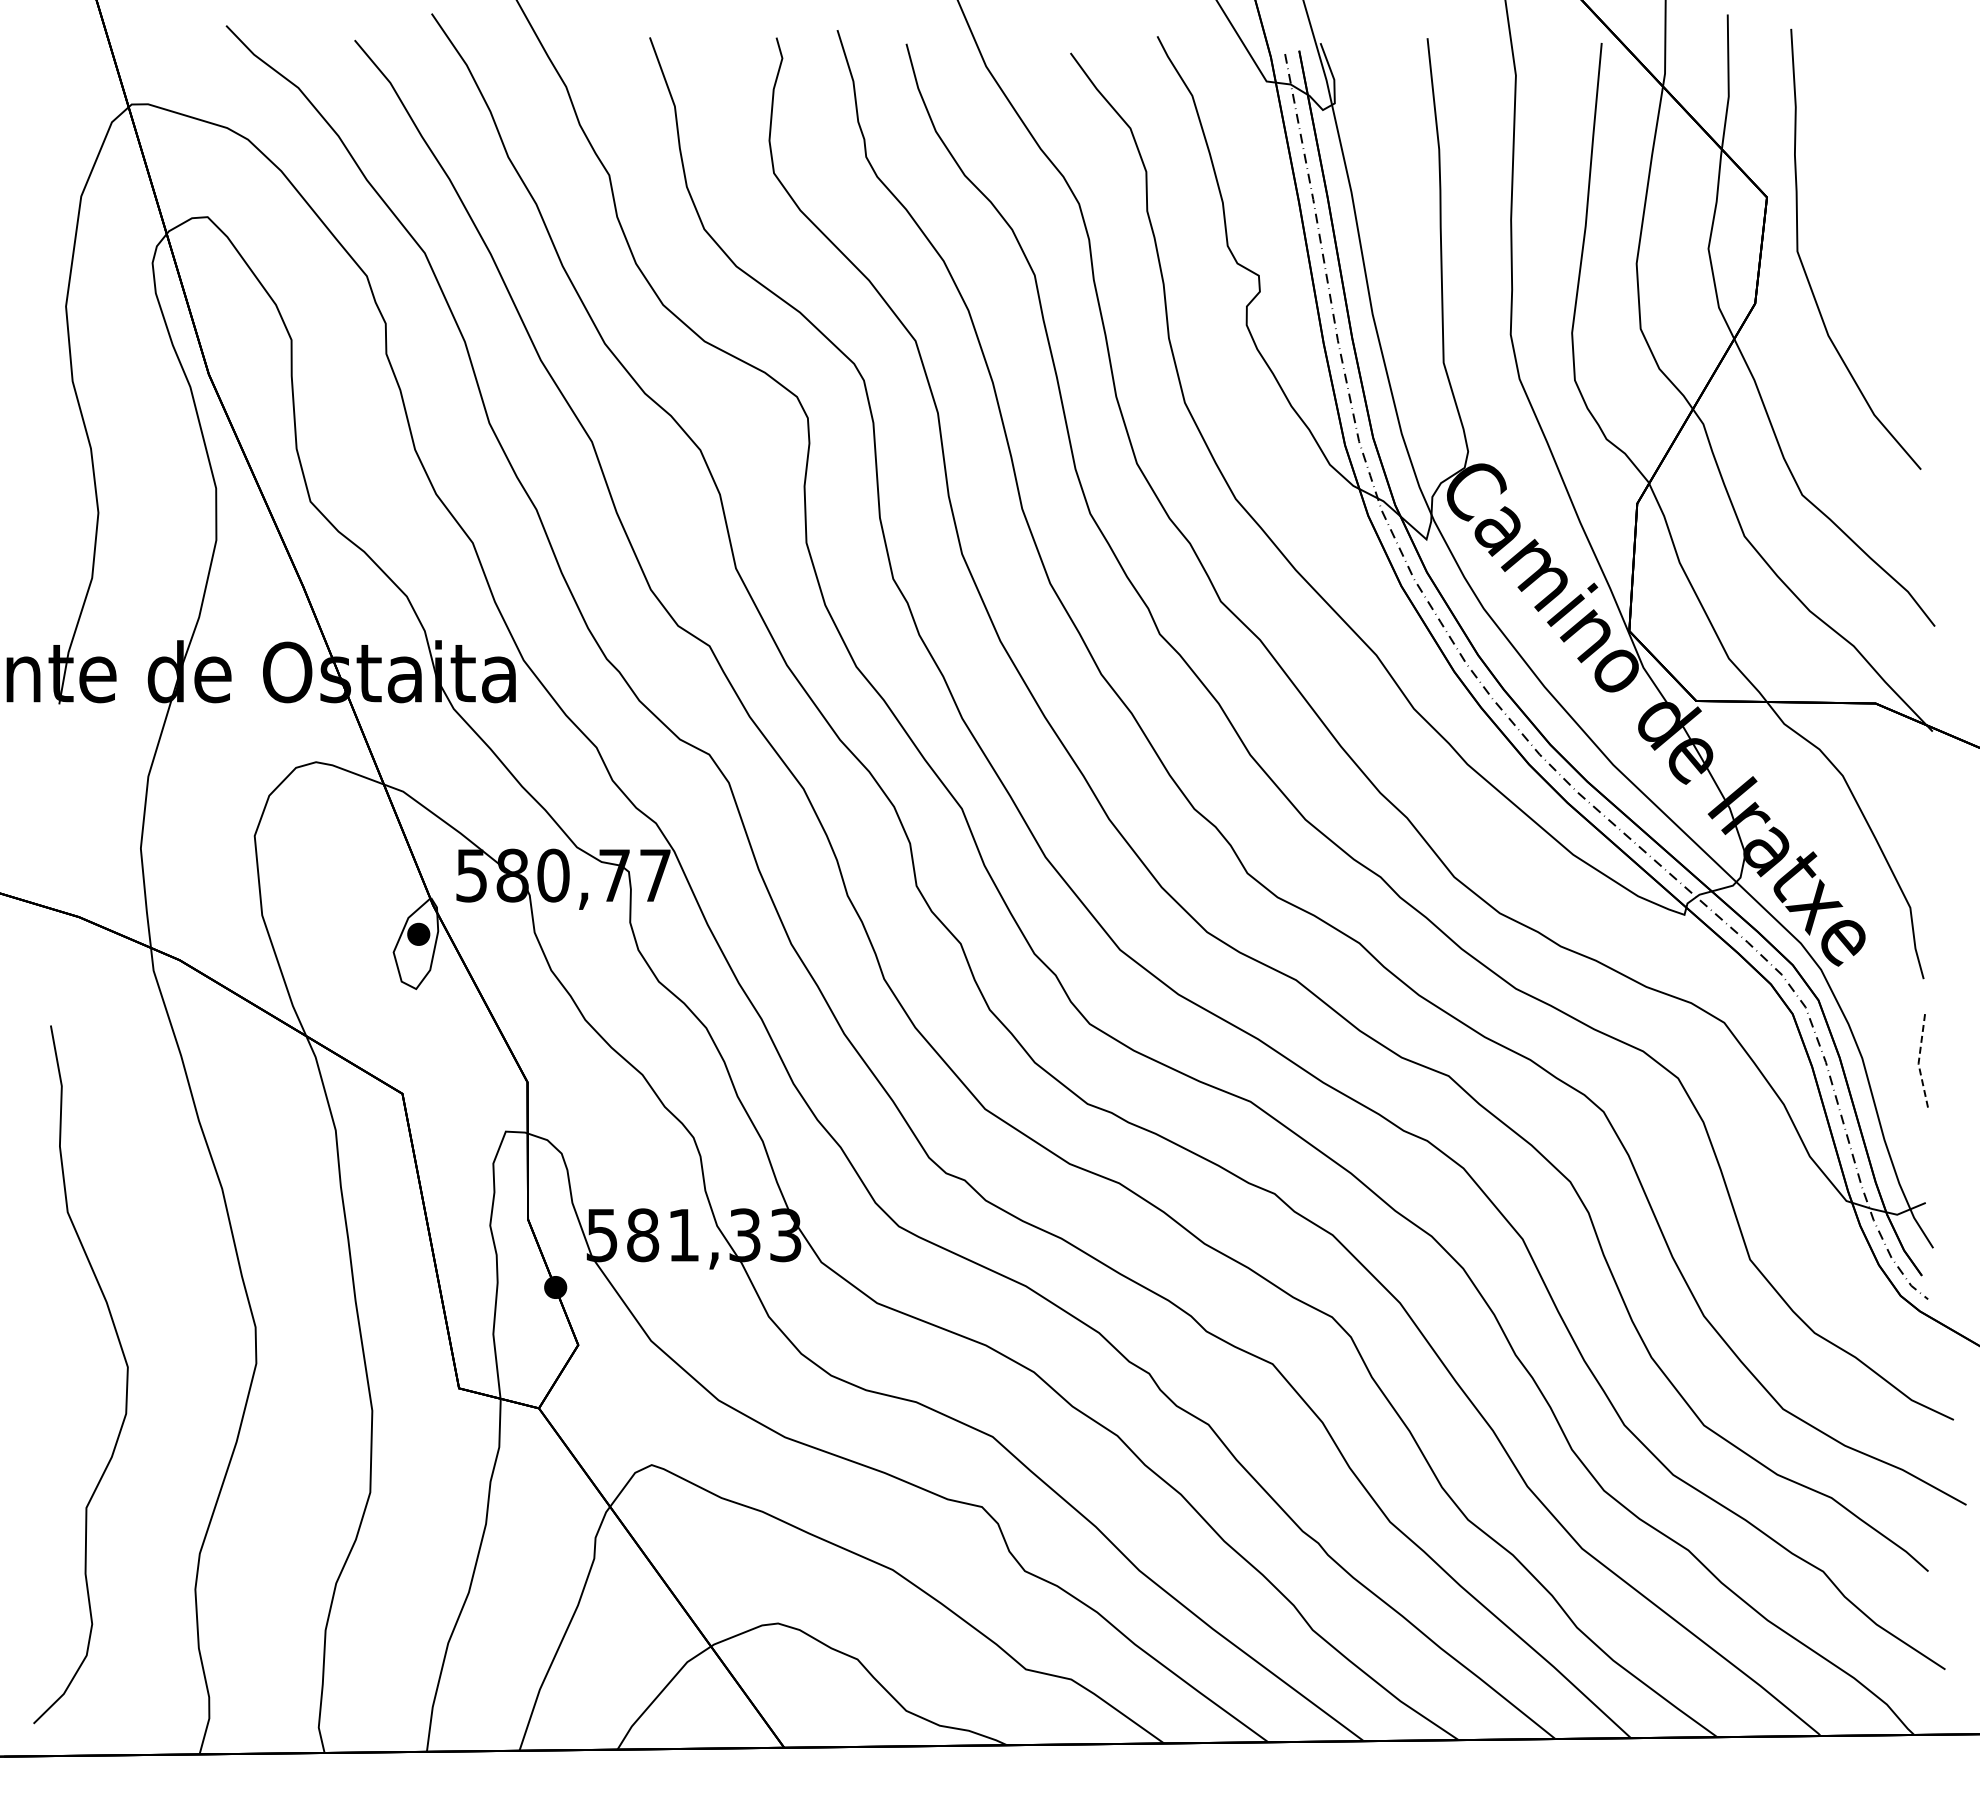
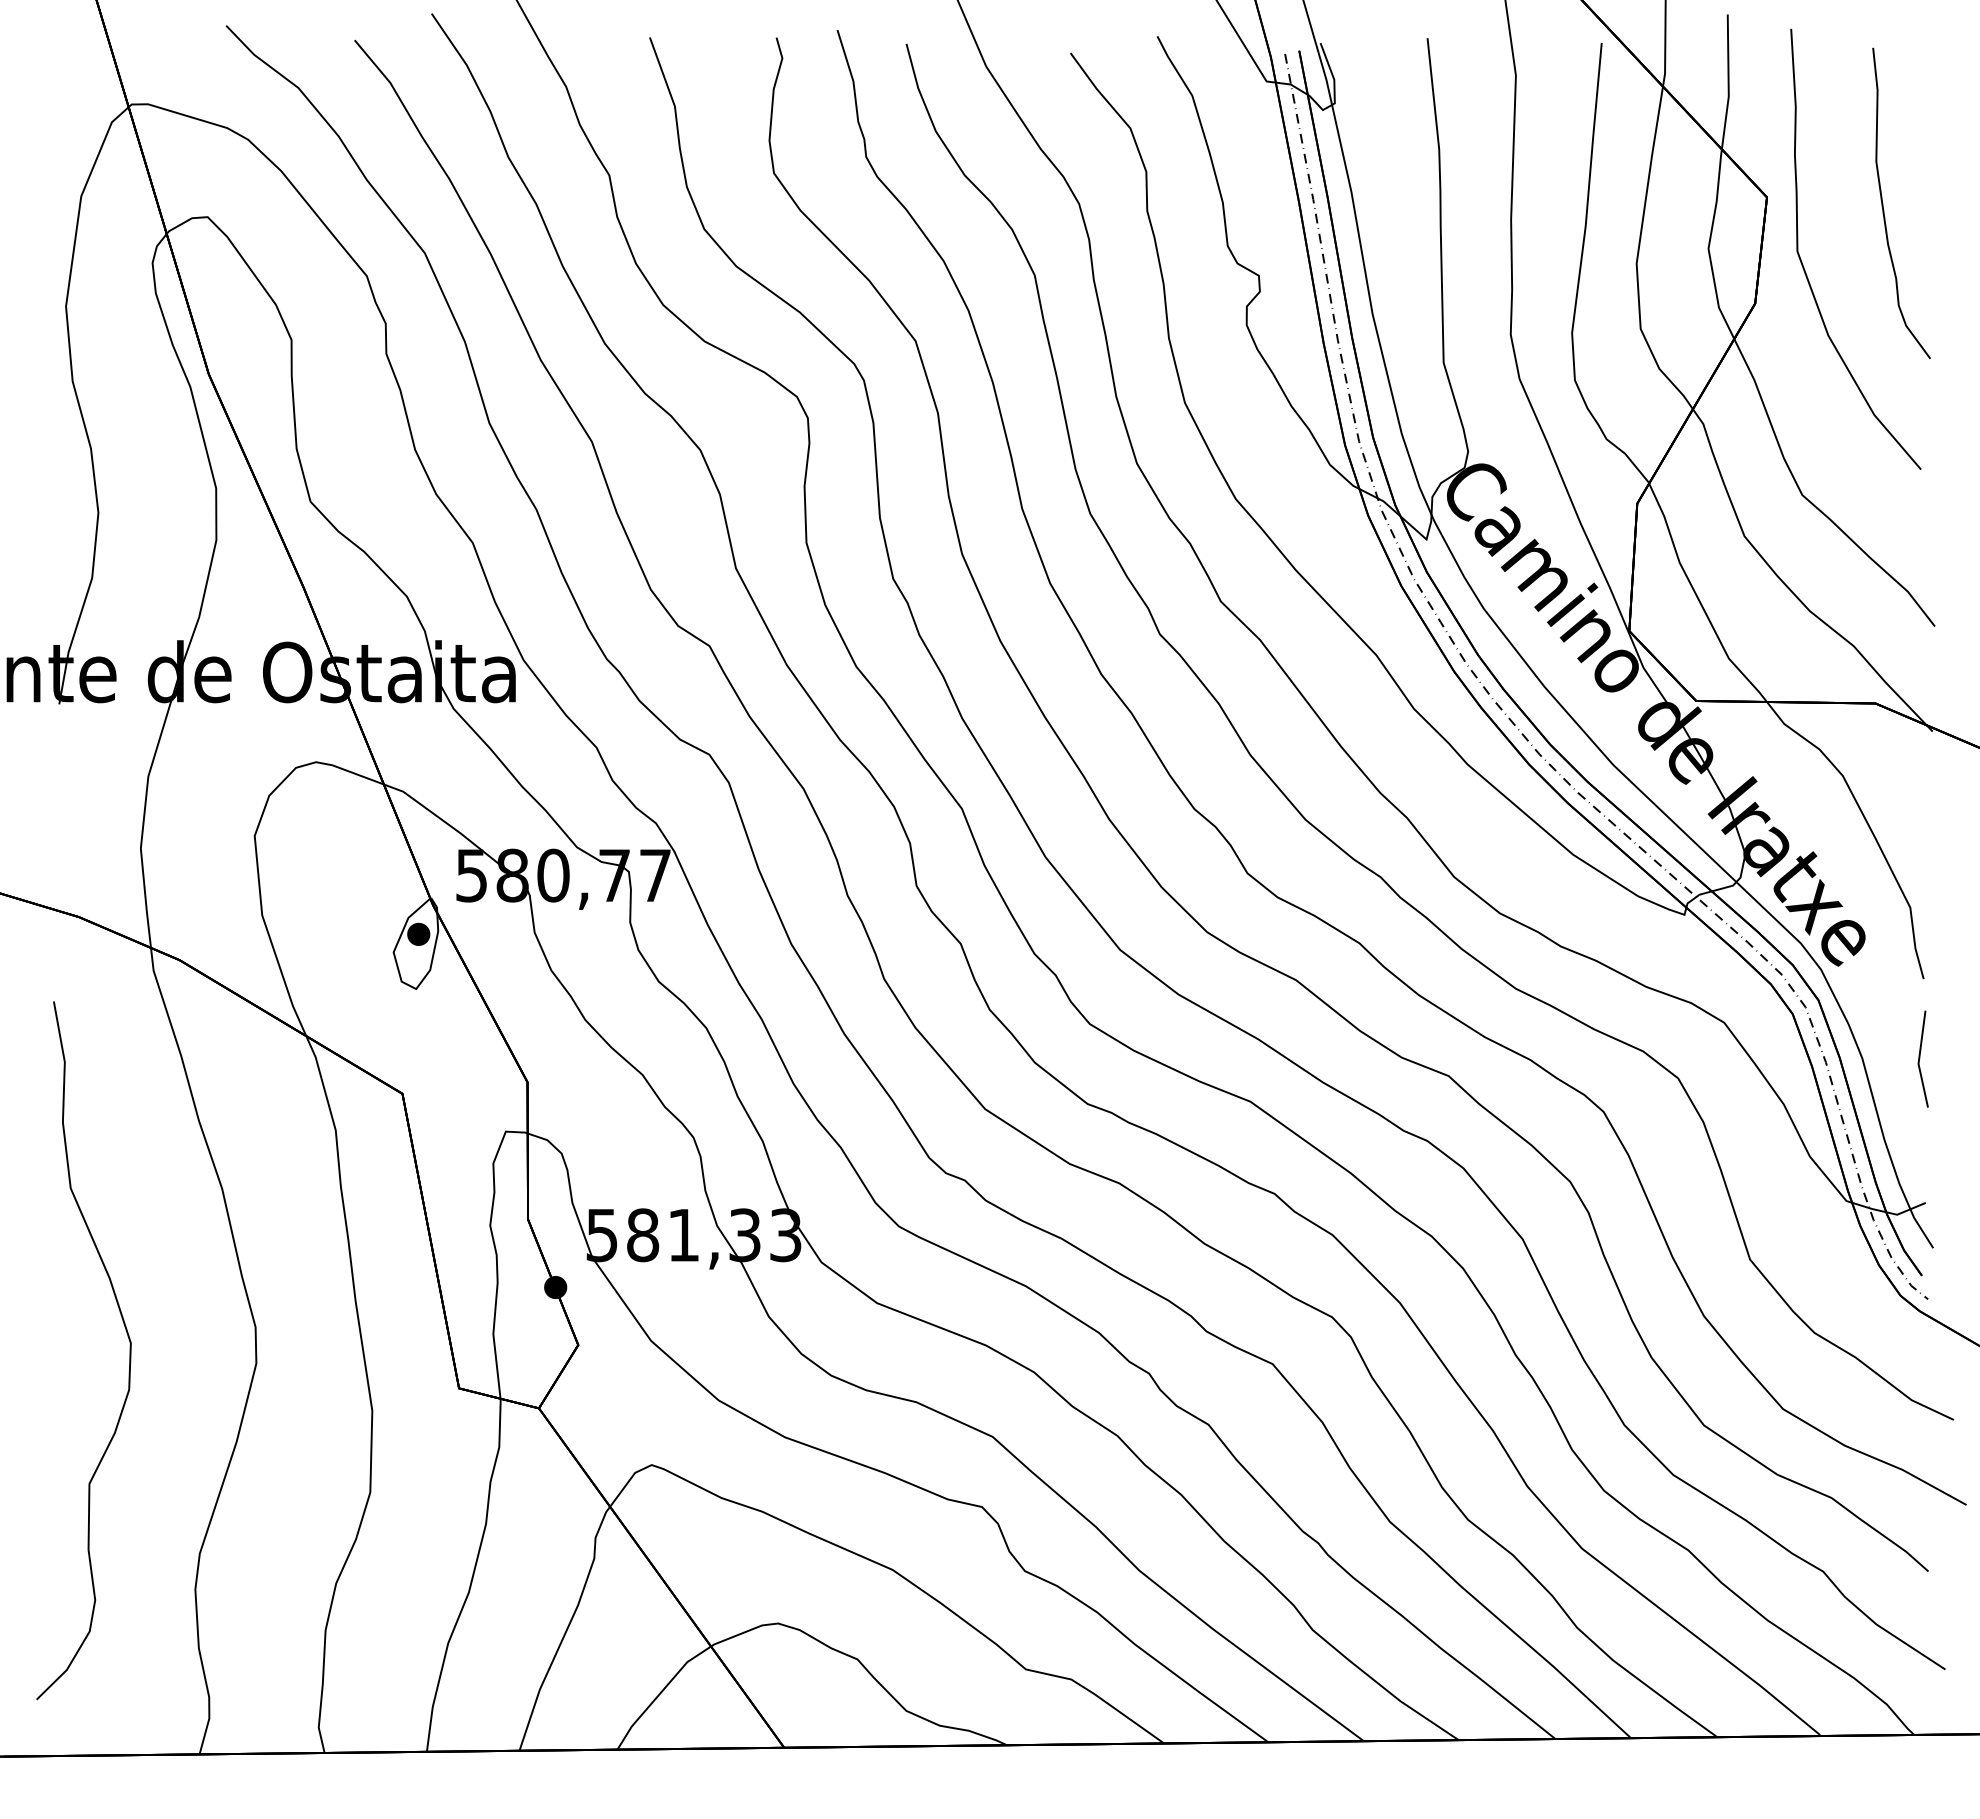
curve at (1883, 203): none -> present
line at (1919, 1059): dashed -> solid
curve at (126, 1374) position: (126, 1374) -> (129, 1350)
